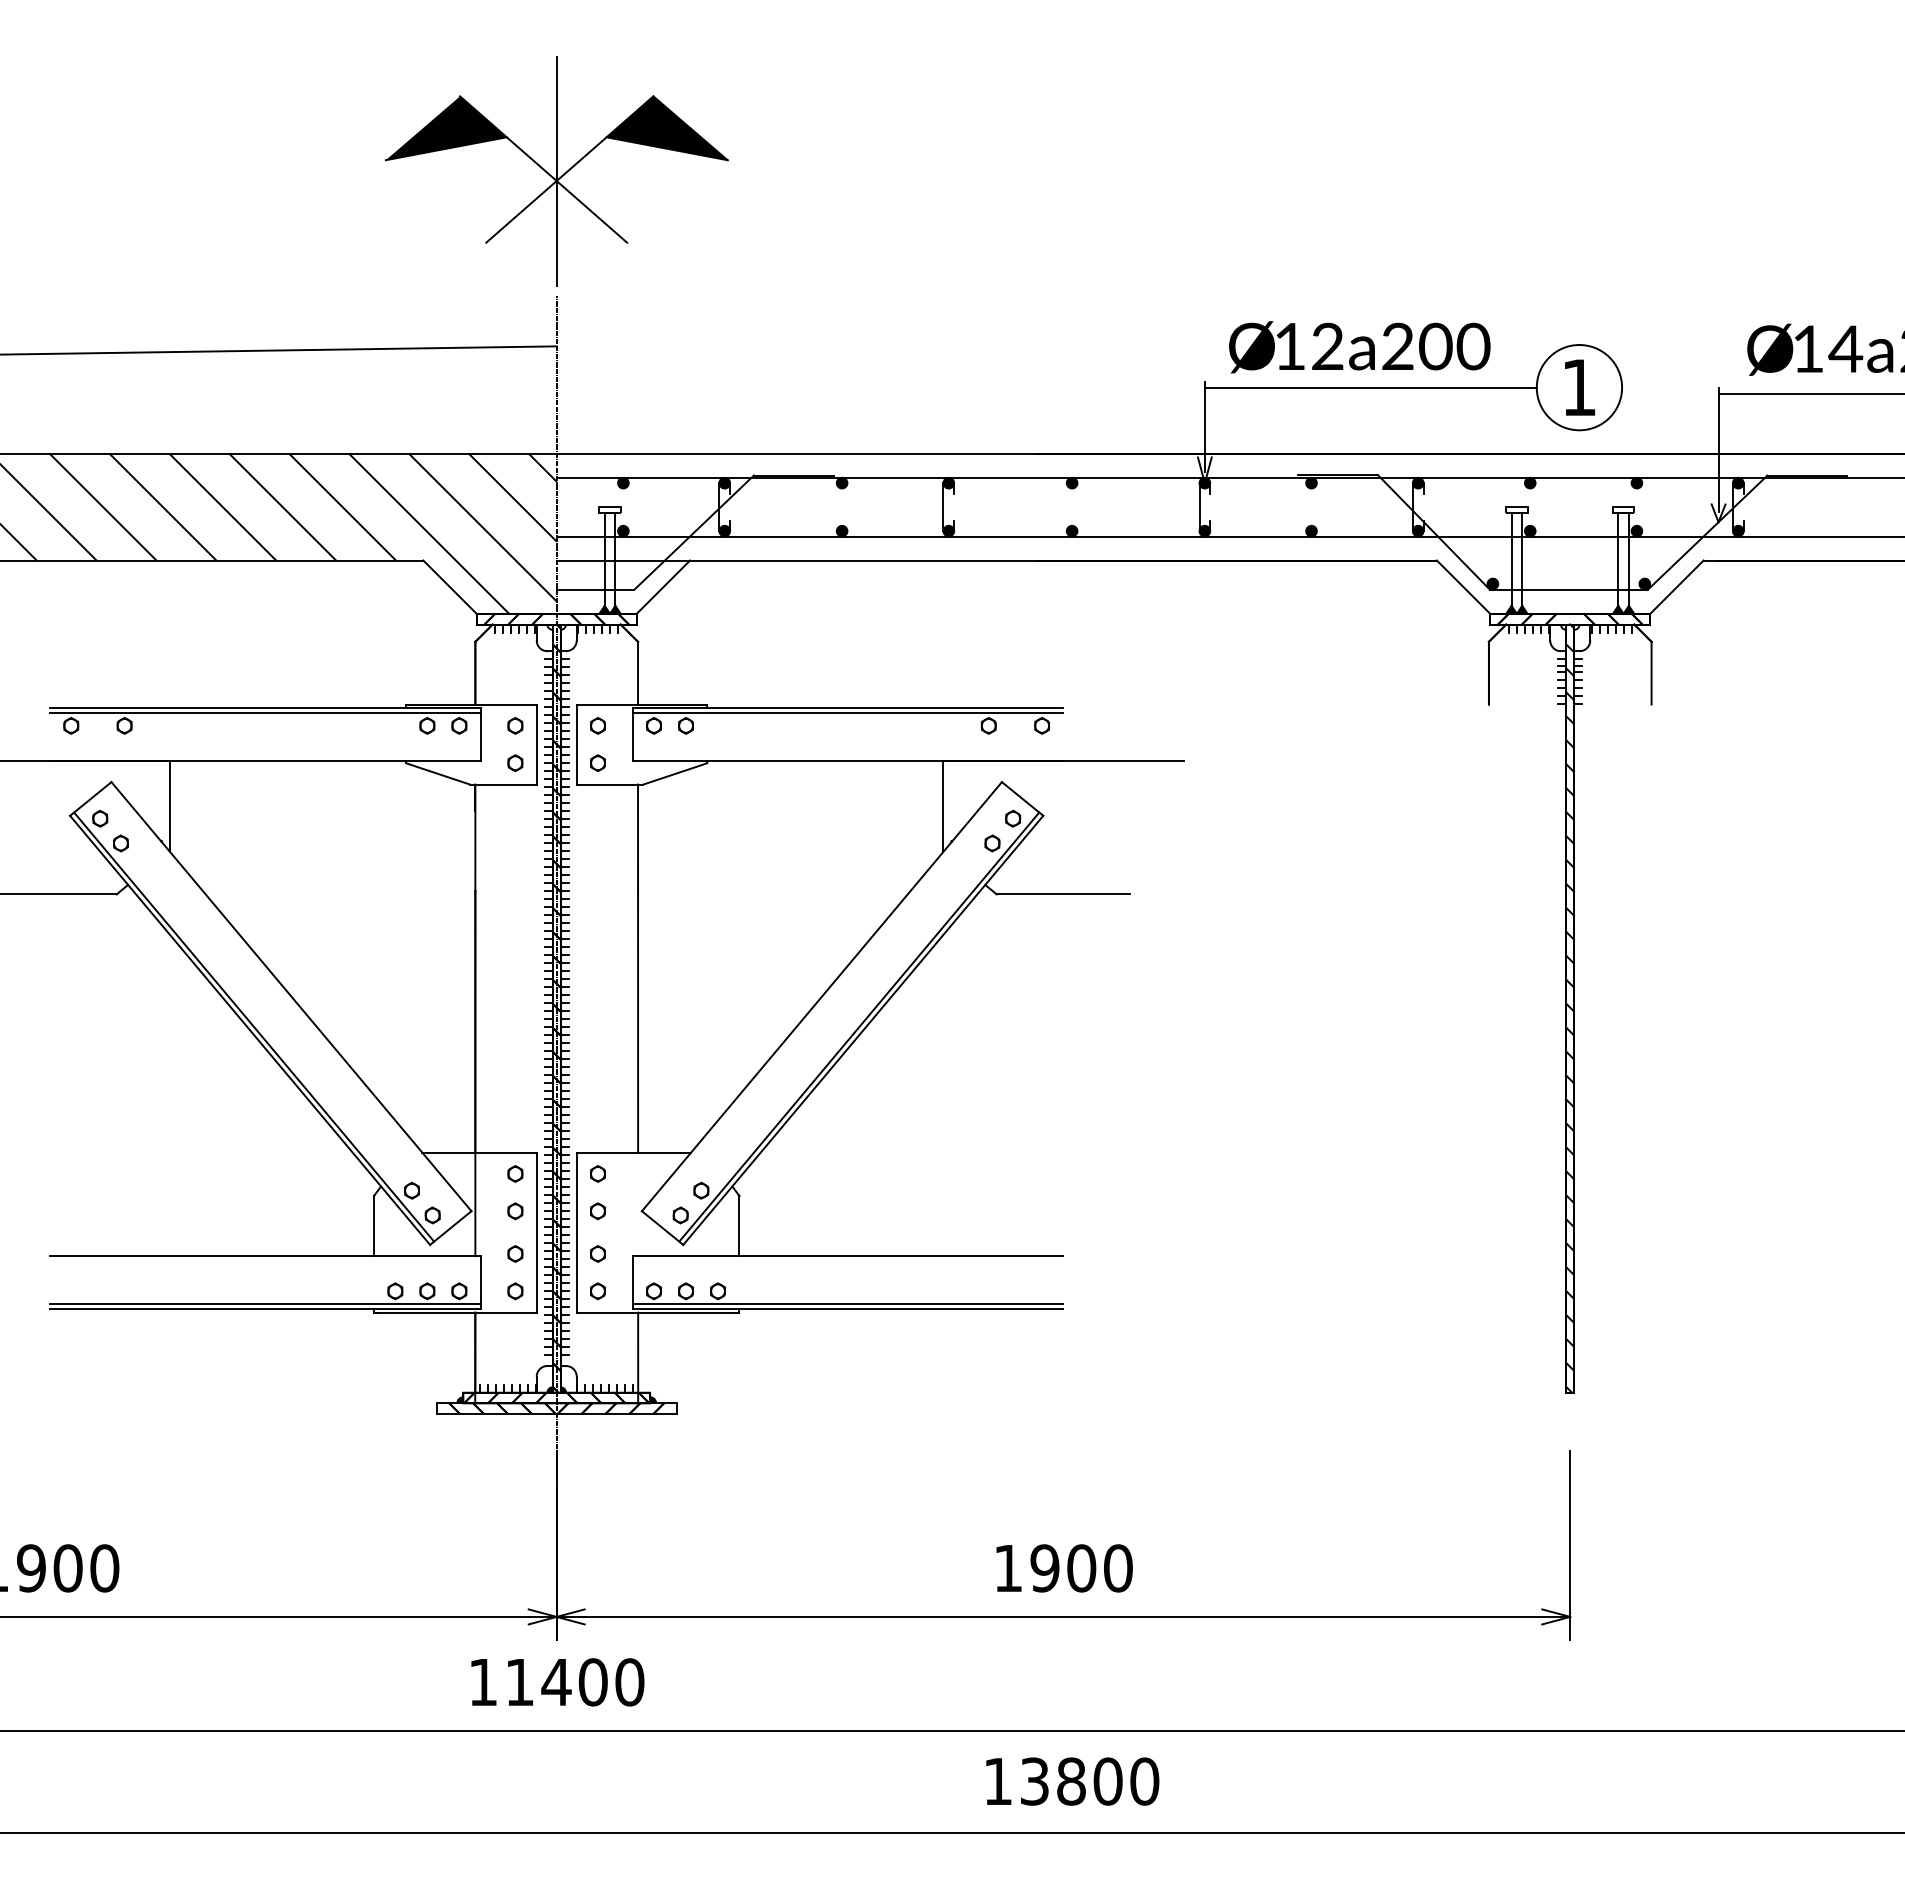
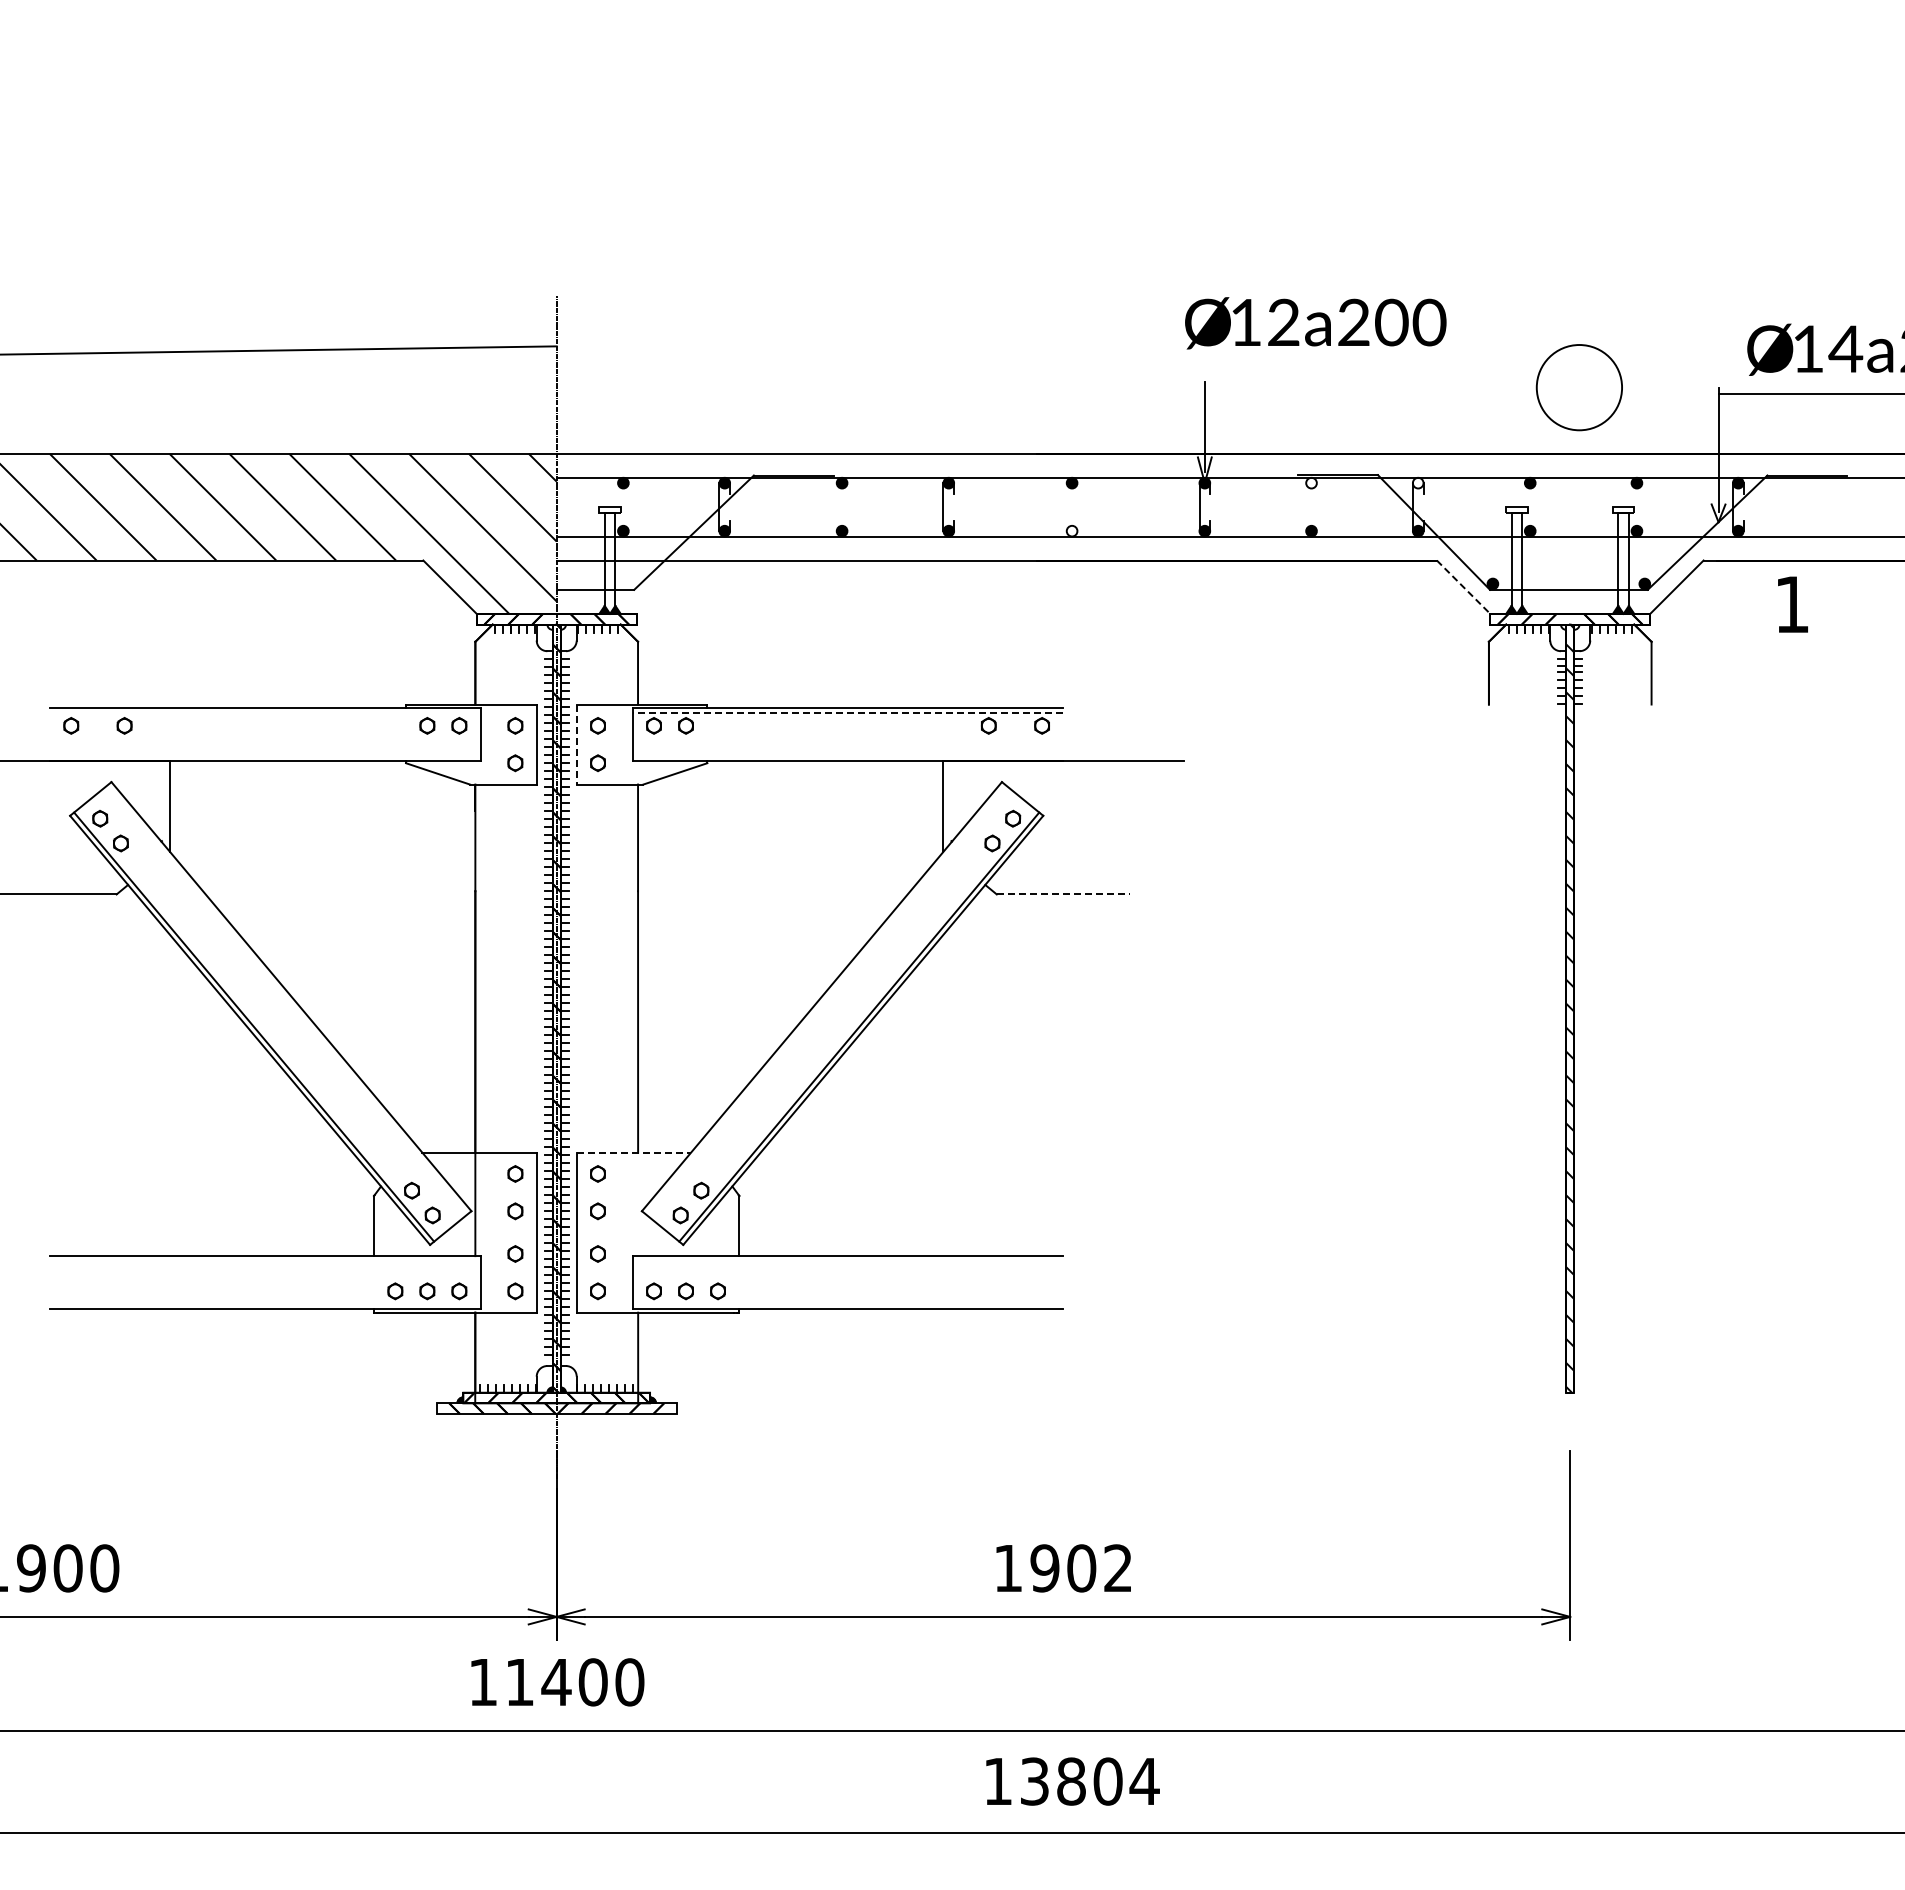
part at (556, 171): present -> none
text at (1359, 347) position: (1359, 347) -> (1315, 323)
line at (1370, 387): present -> none
text at (1579, 387) position: (1579, 387) -> (1792, 604)
fill at (1311, 482): present -> none
fill at (1417, 482): present -> none
fill at (1071, 530): present -> none
line at (663, 586): present -> none
line at (1463, 587): solid -> dashed
line at (264, 712): present -> none
line at (847, 712): solid -> dashed
line at (576, 745): solid -> dashed
line at (1063, 894): solid -> dashed
line at (634, 1152): solid -> dashed
line at (264, 1304): present -> none
line at (847, 1304): present -> none
text at (1118, 1568): 1900 -> 1902
text at (1144, 1781): 13800 -> 13804
